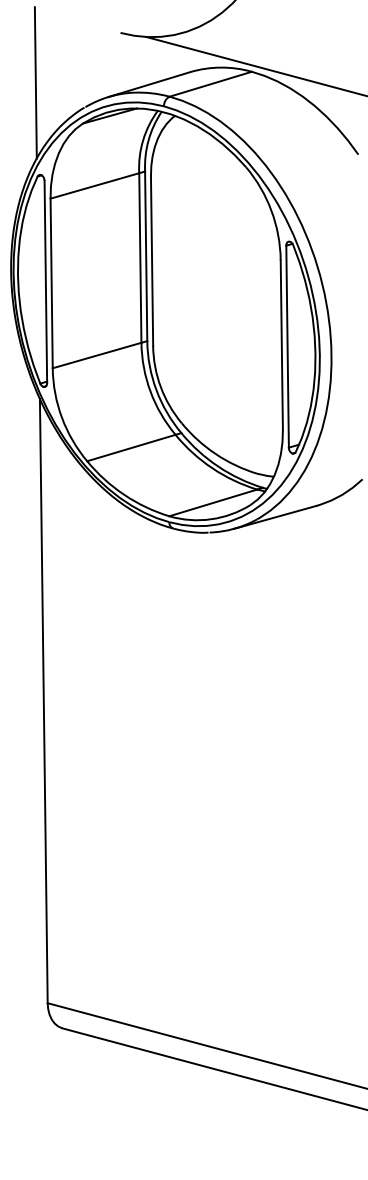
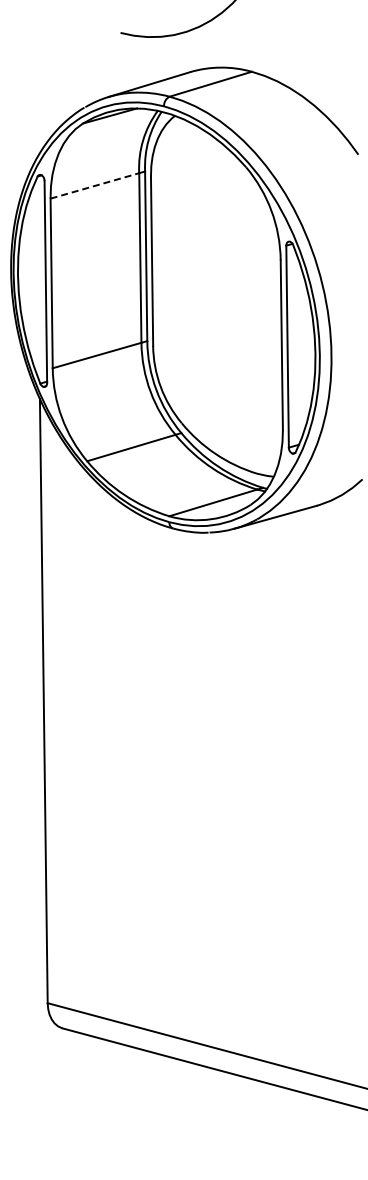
line at (255, 66): present -> none
line at (35, 82): present -> none
line at (95, 185): solid -> dashed
